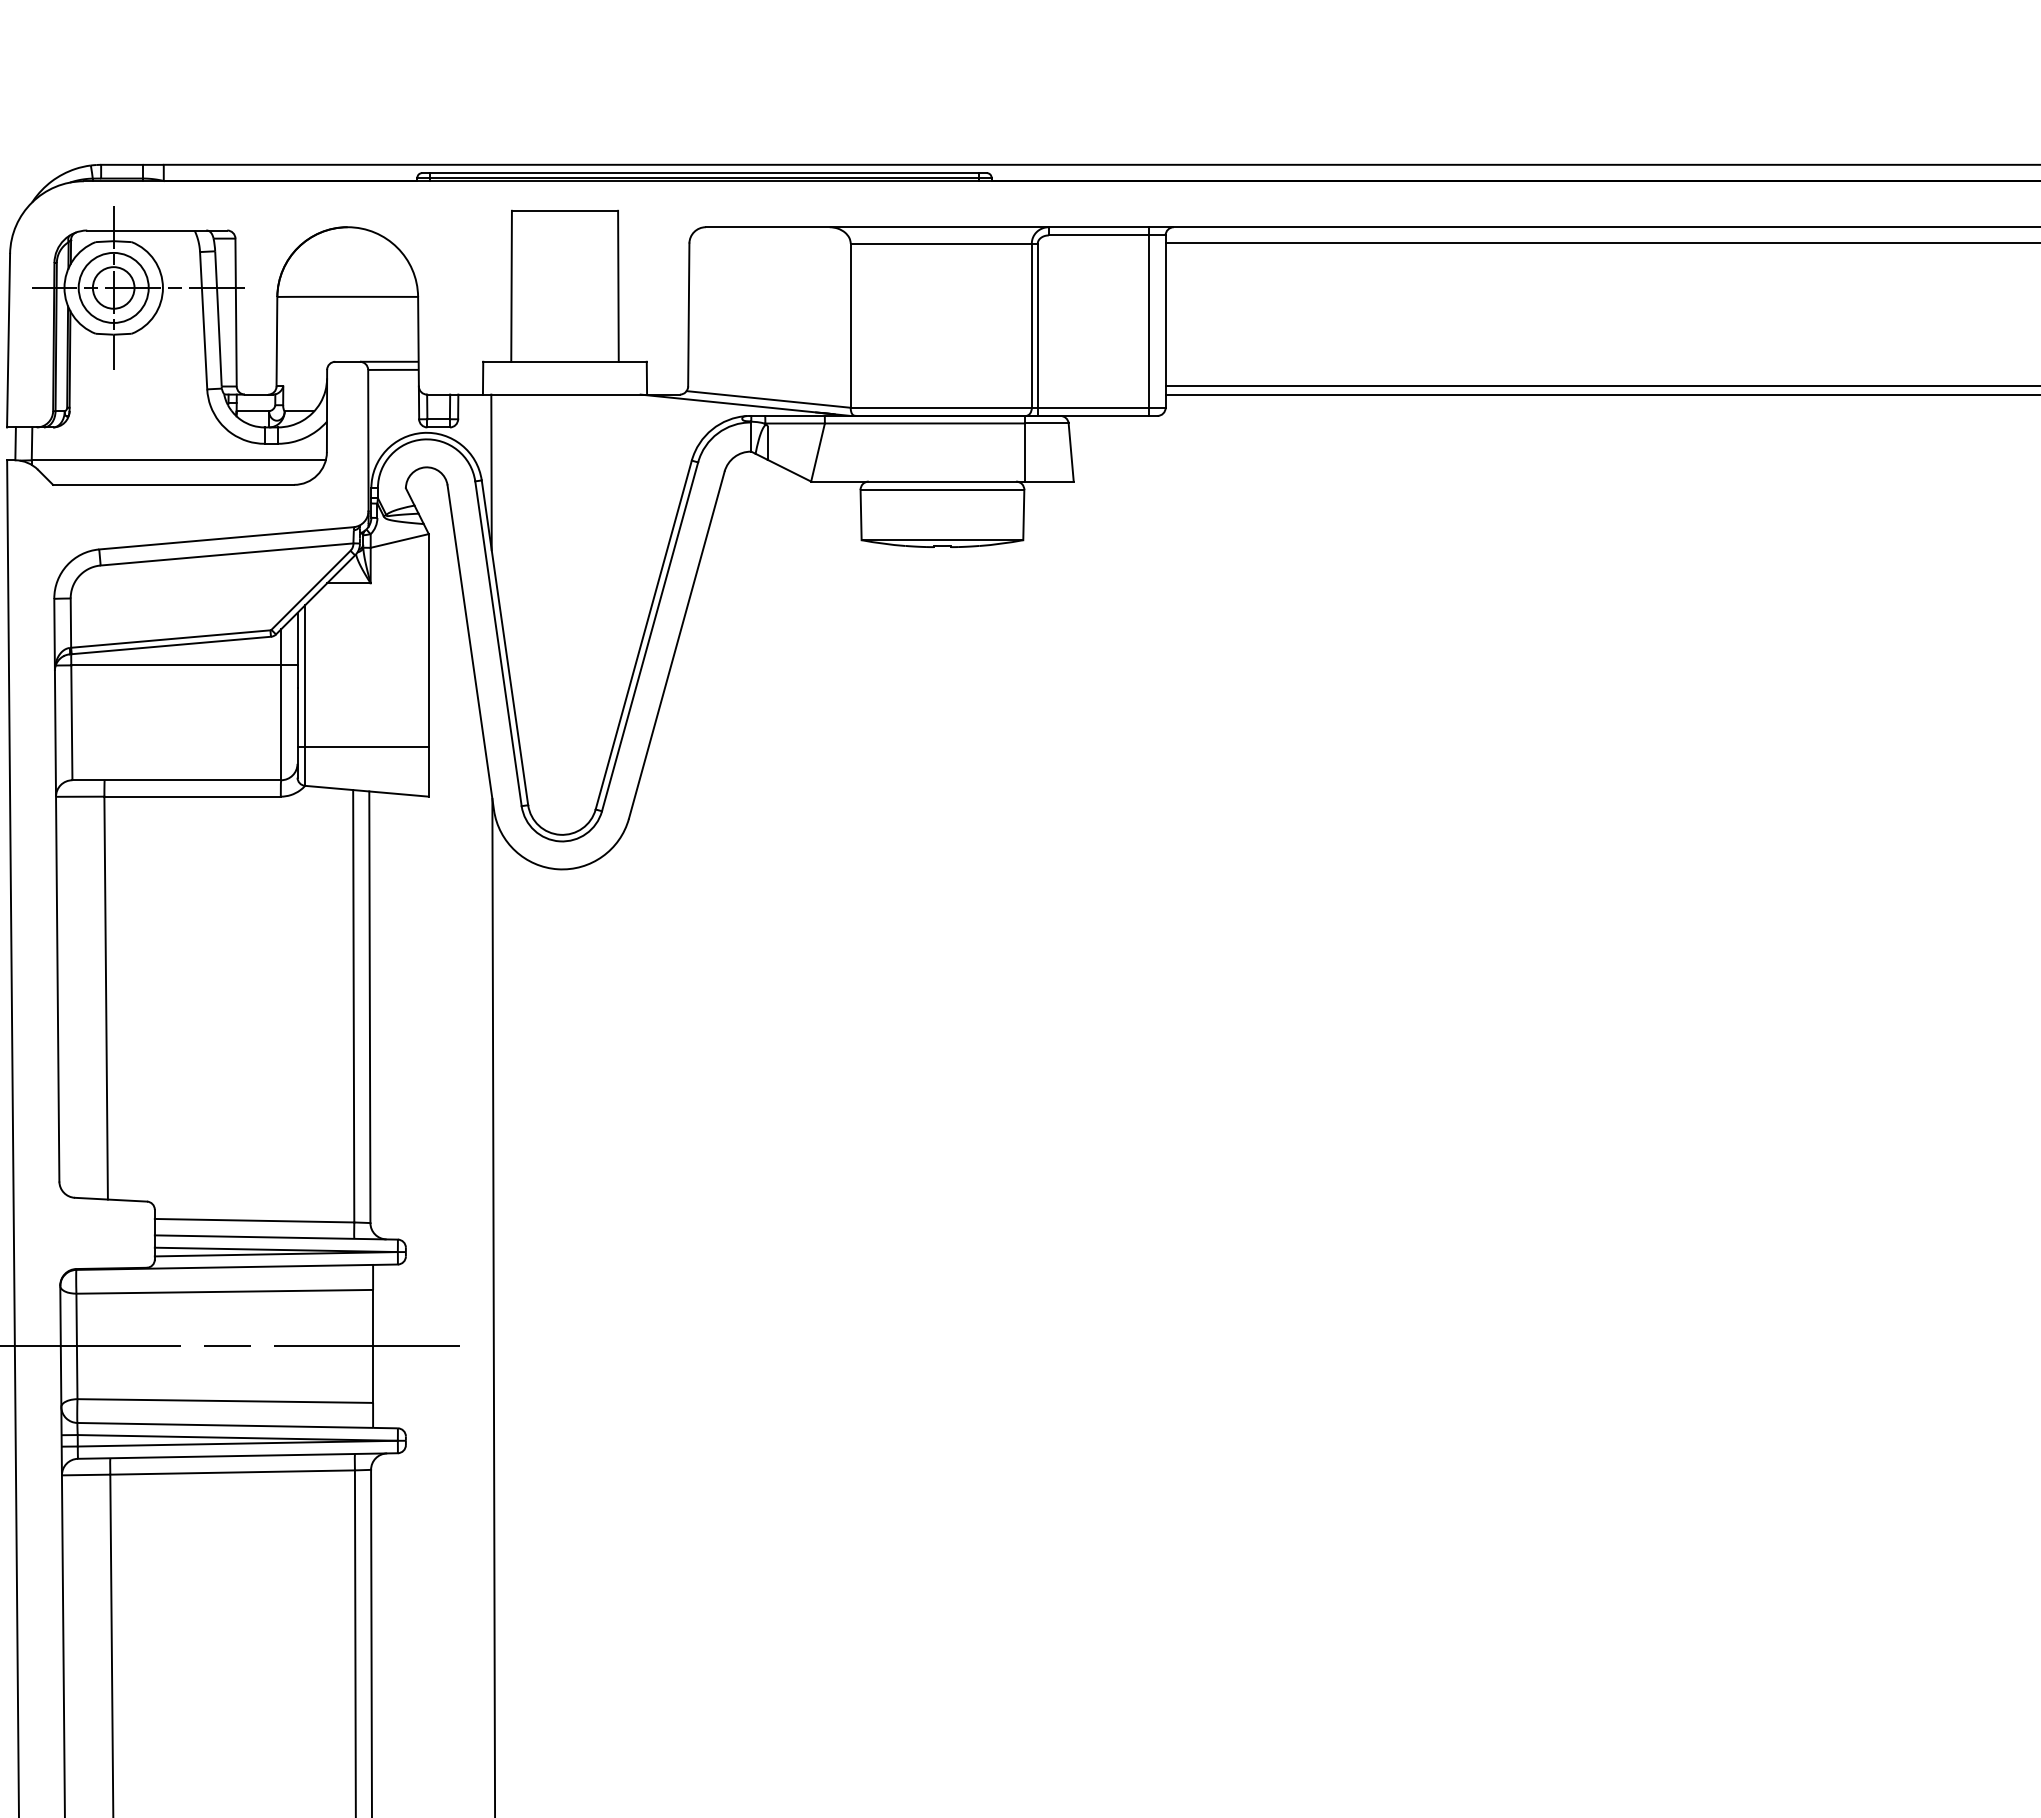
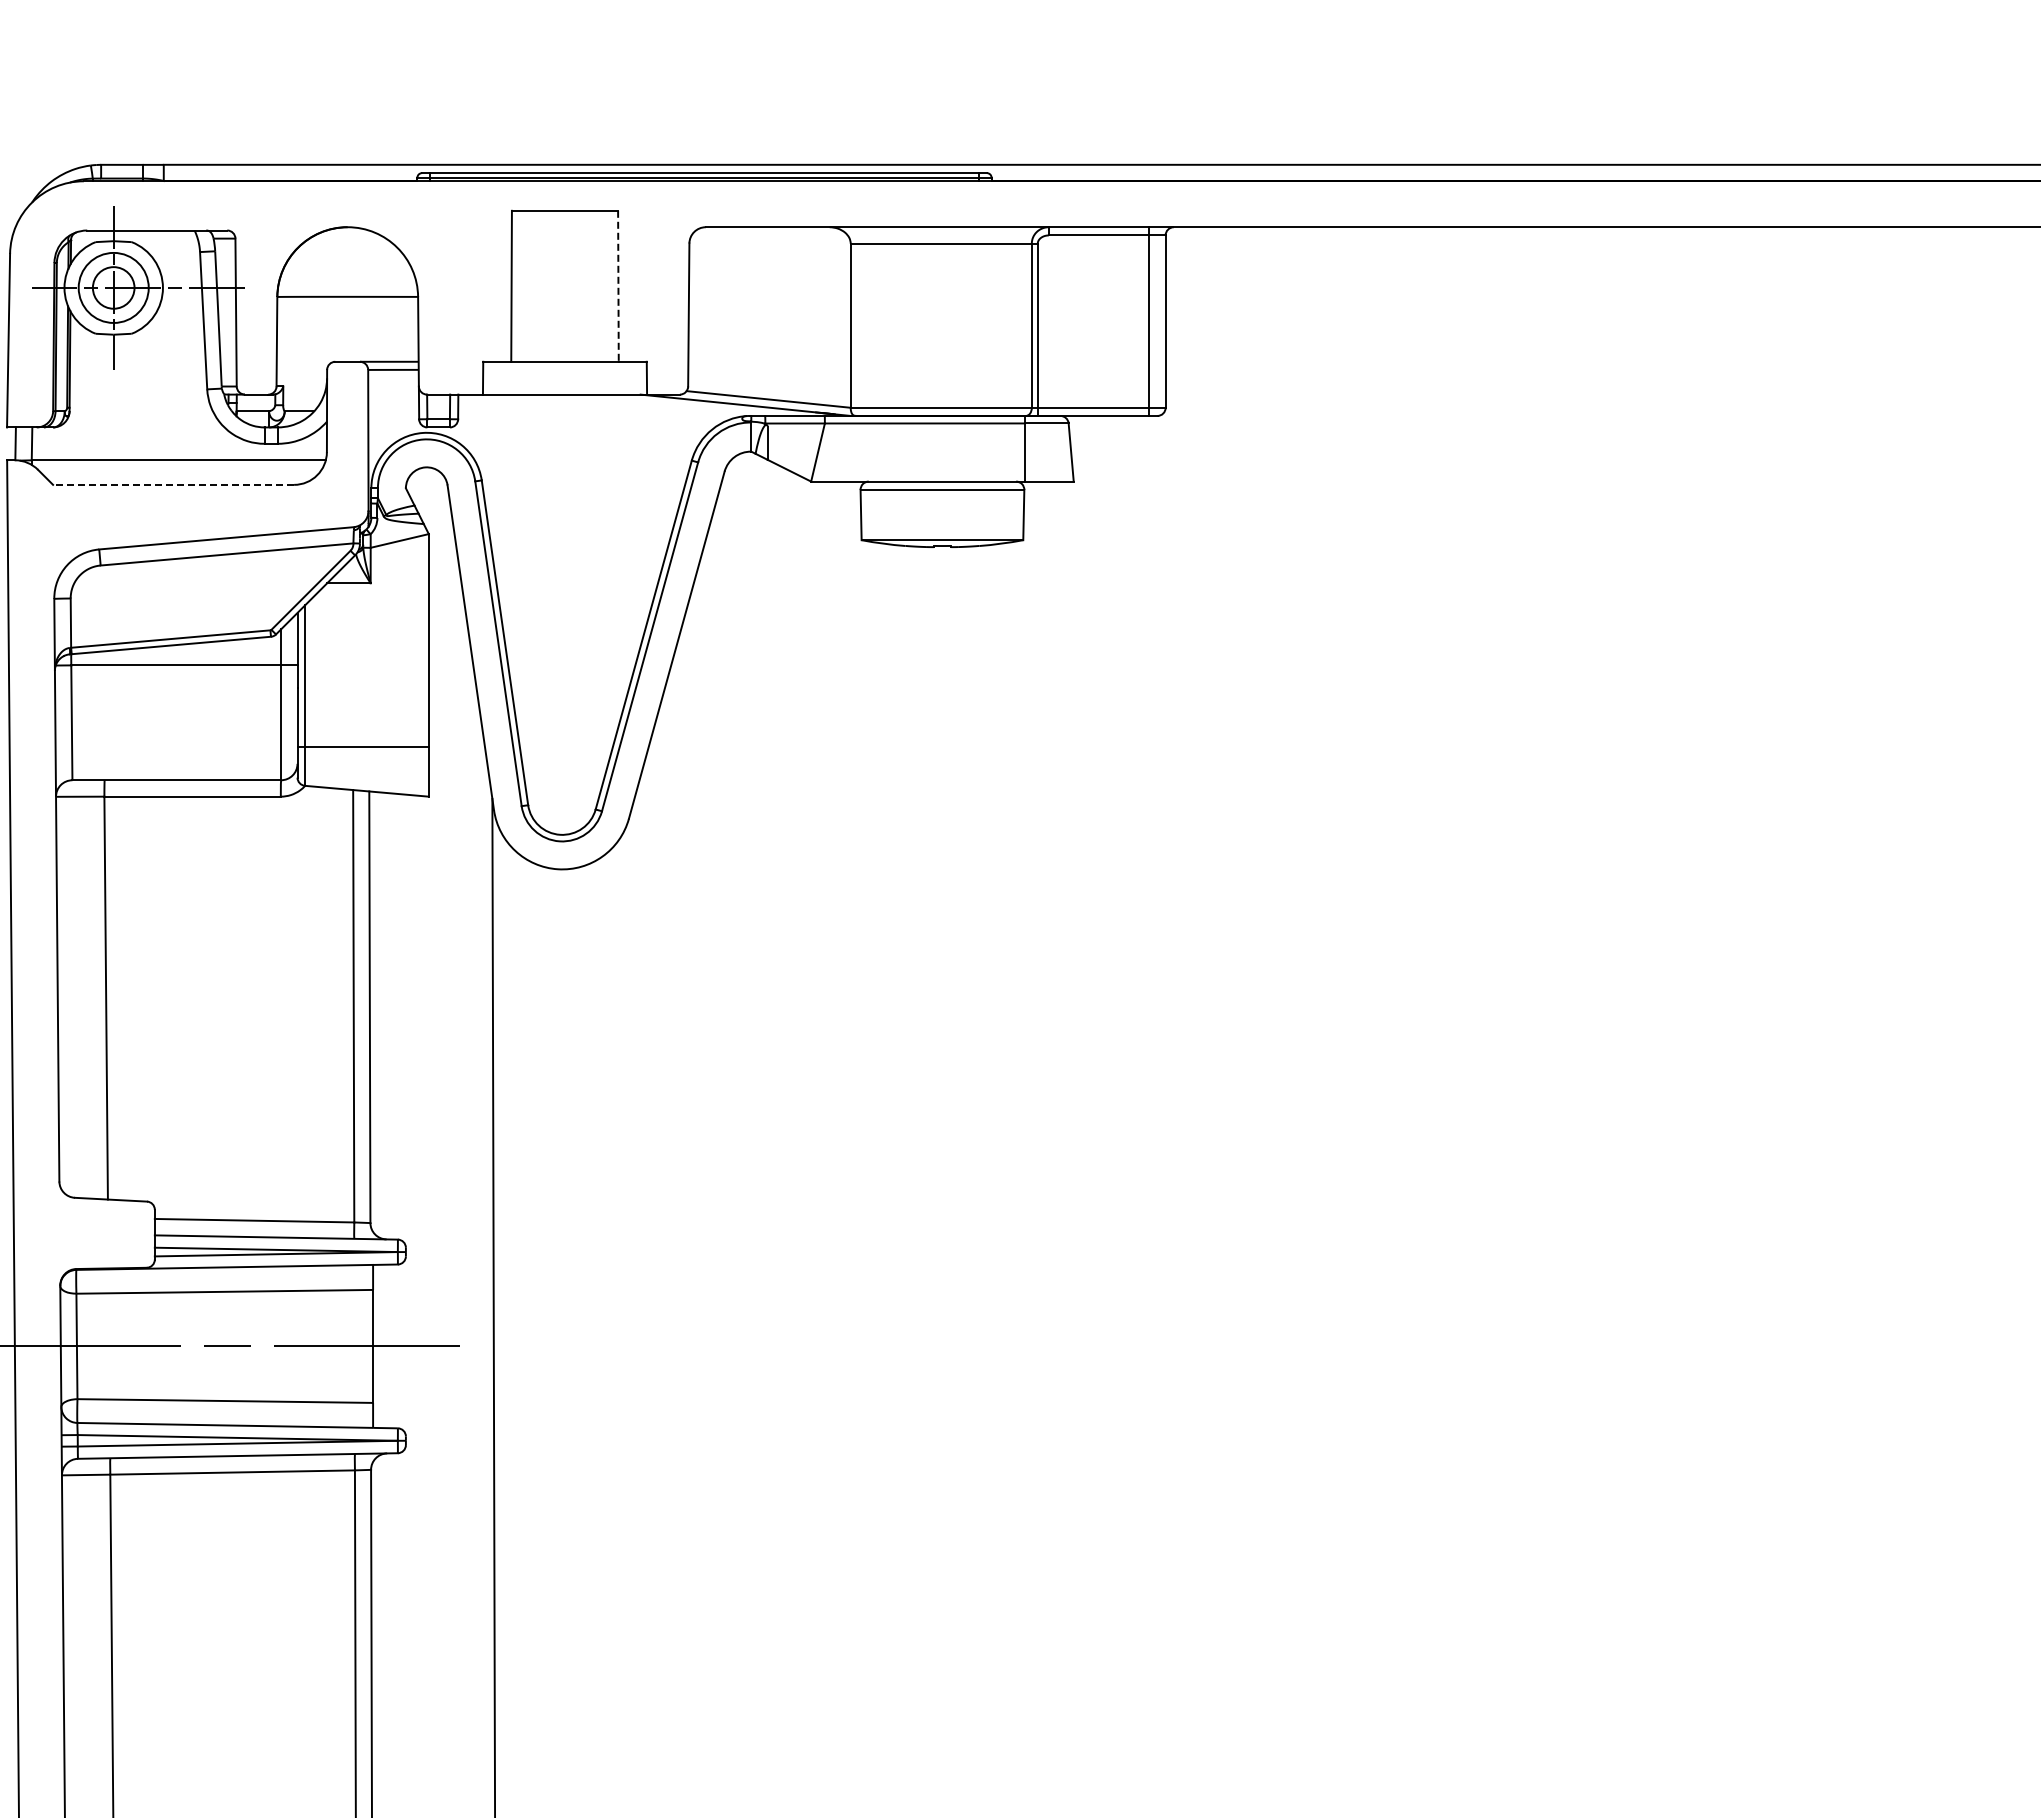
line at (1601, 243): present -> none
line at (618, 286): solid -> dashed
line at (1601, 386): present -> none
line at (1601, 394): present -> none
line at (491, 472): present -> none
line at (173, 484): solid -> dashed
